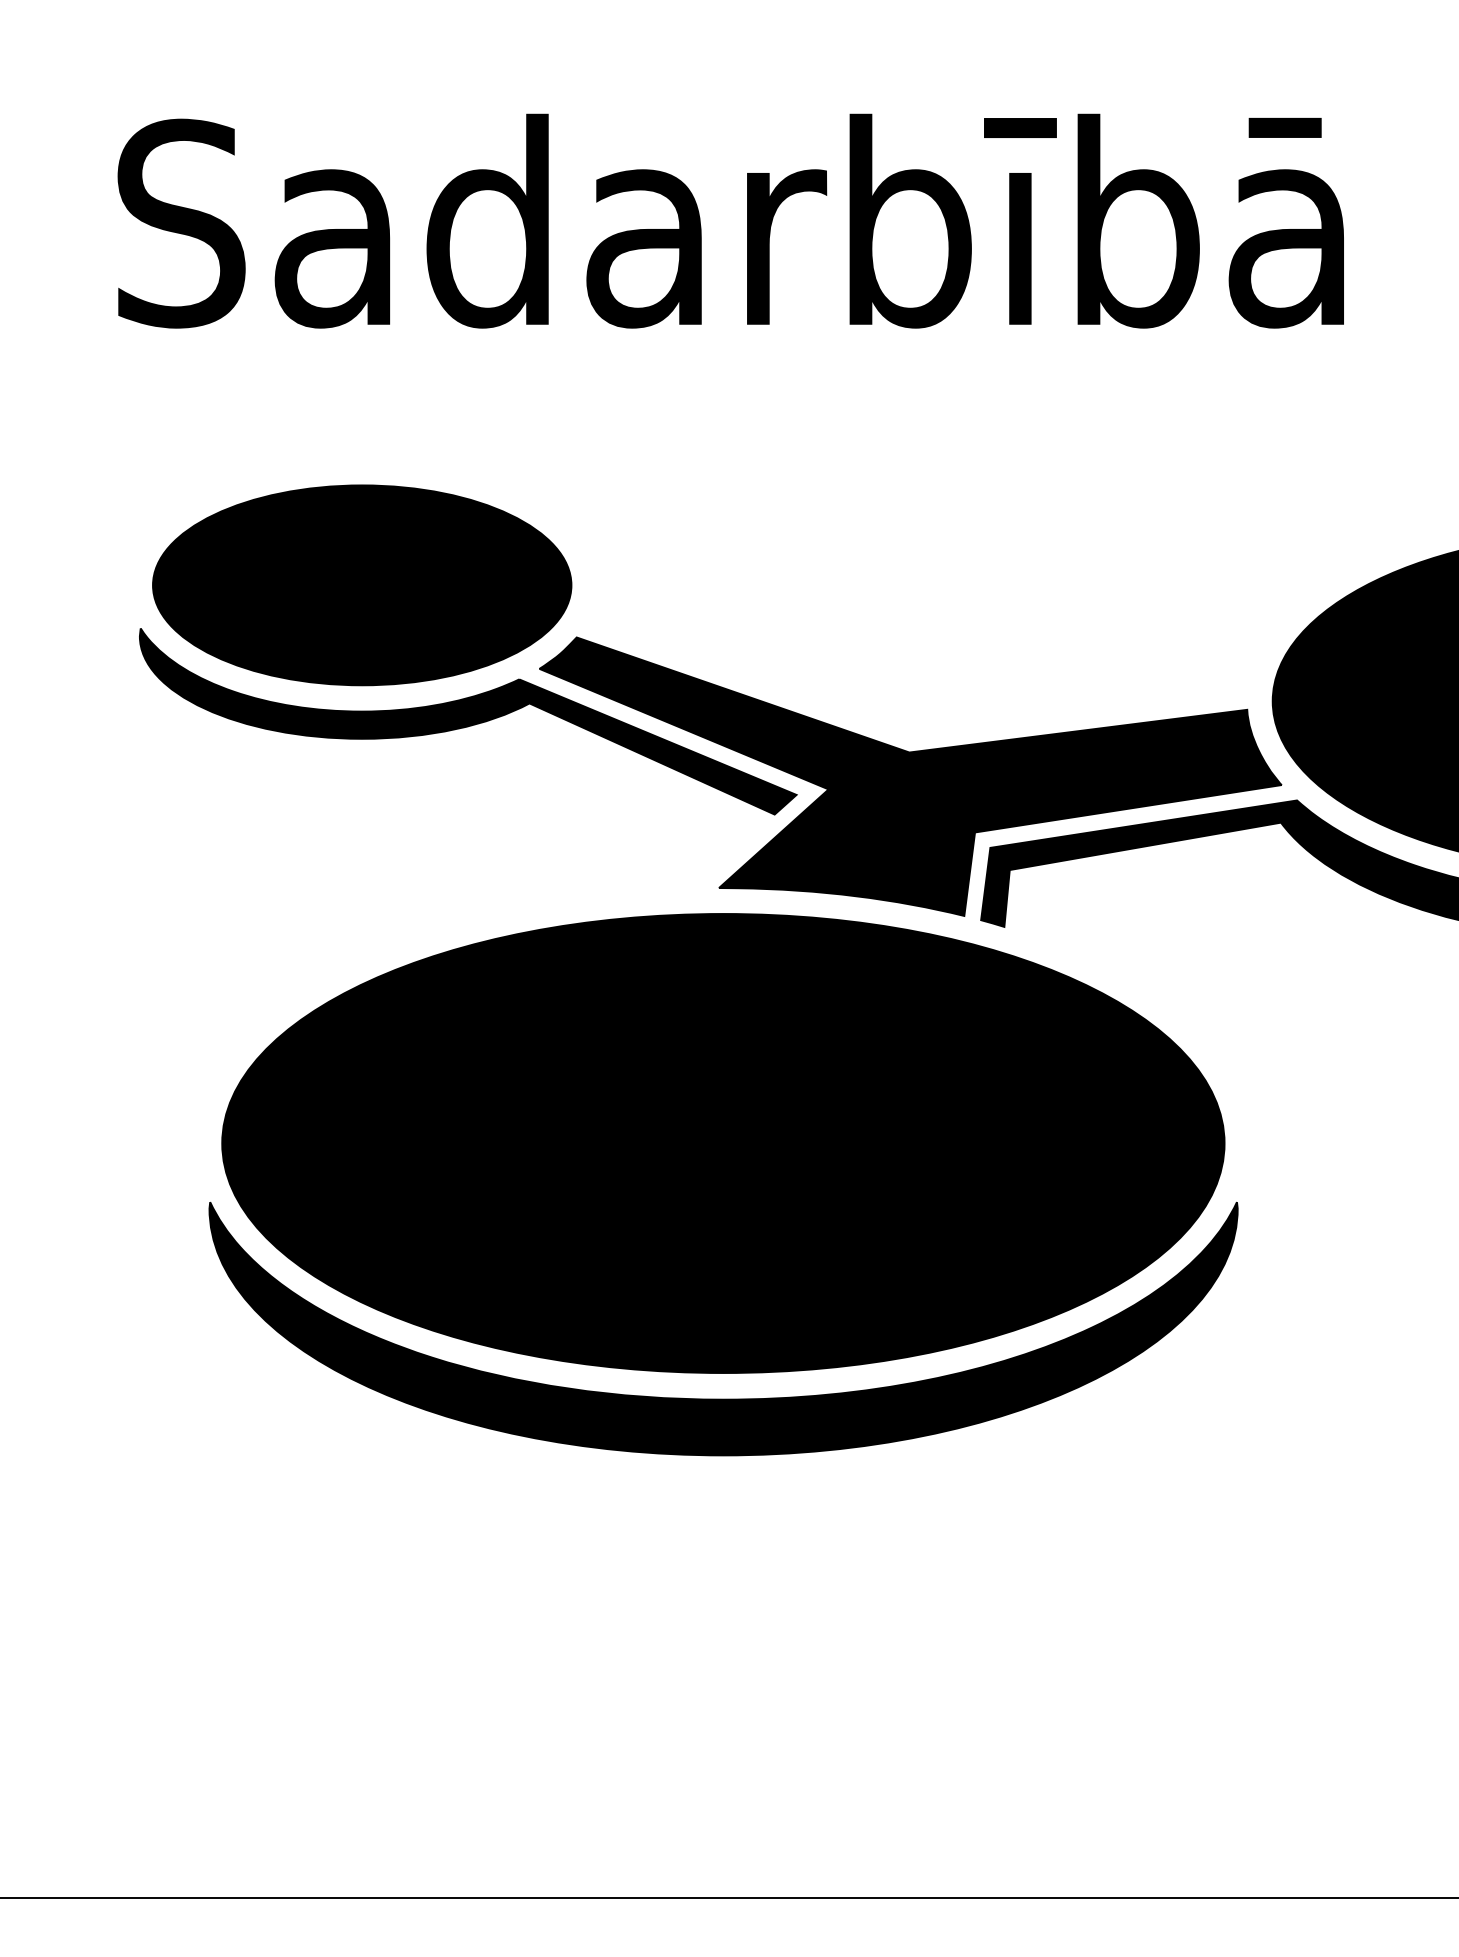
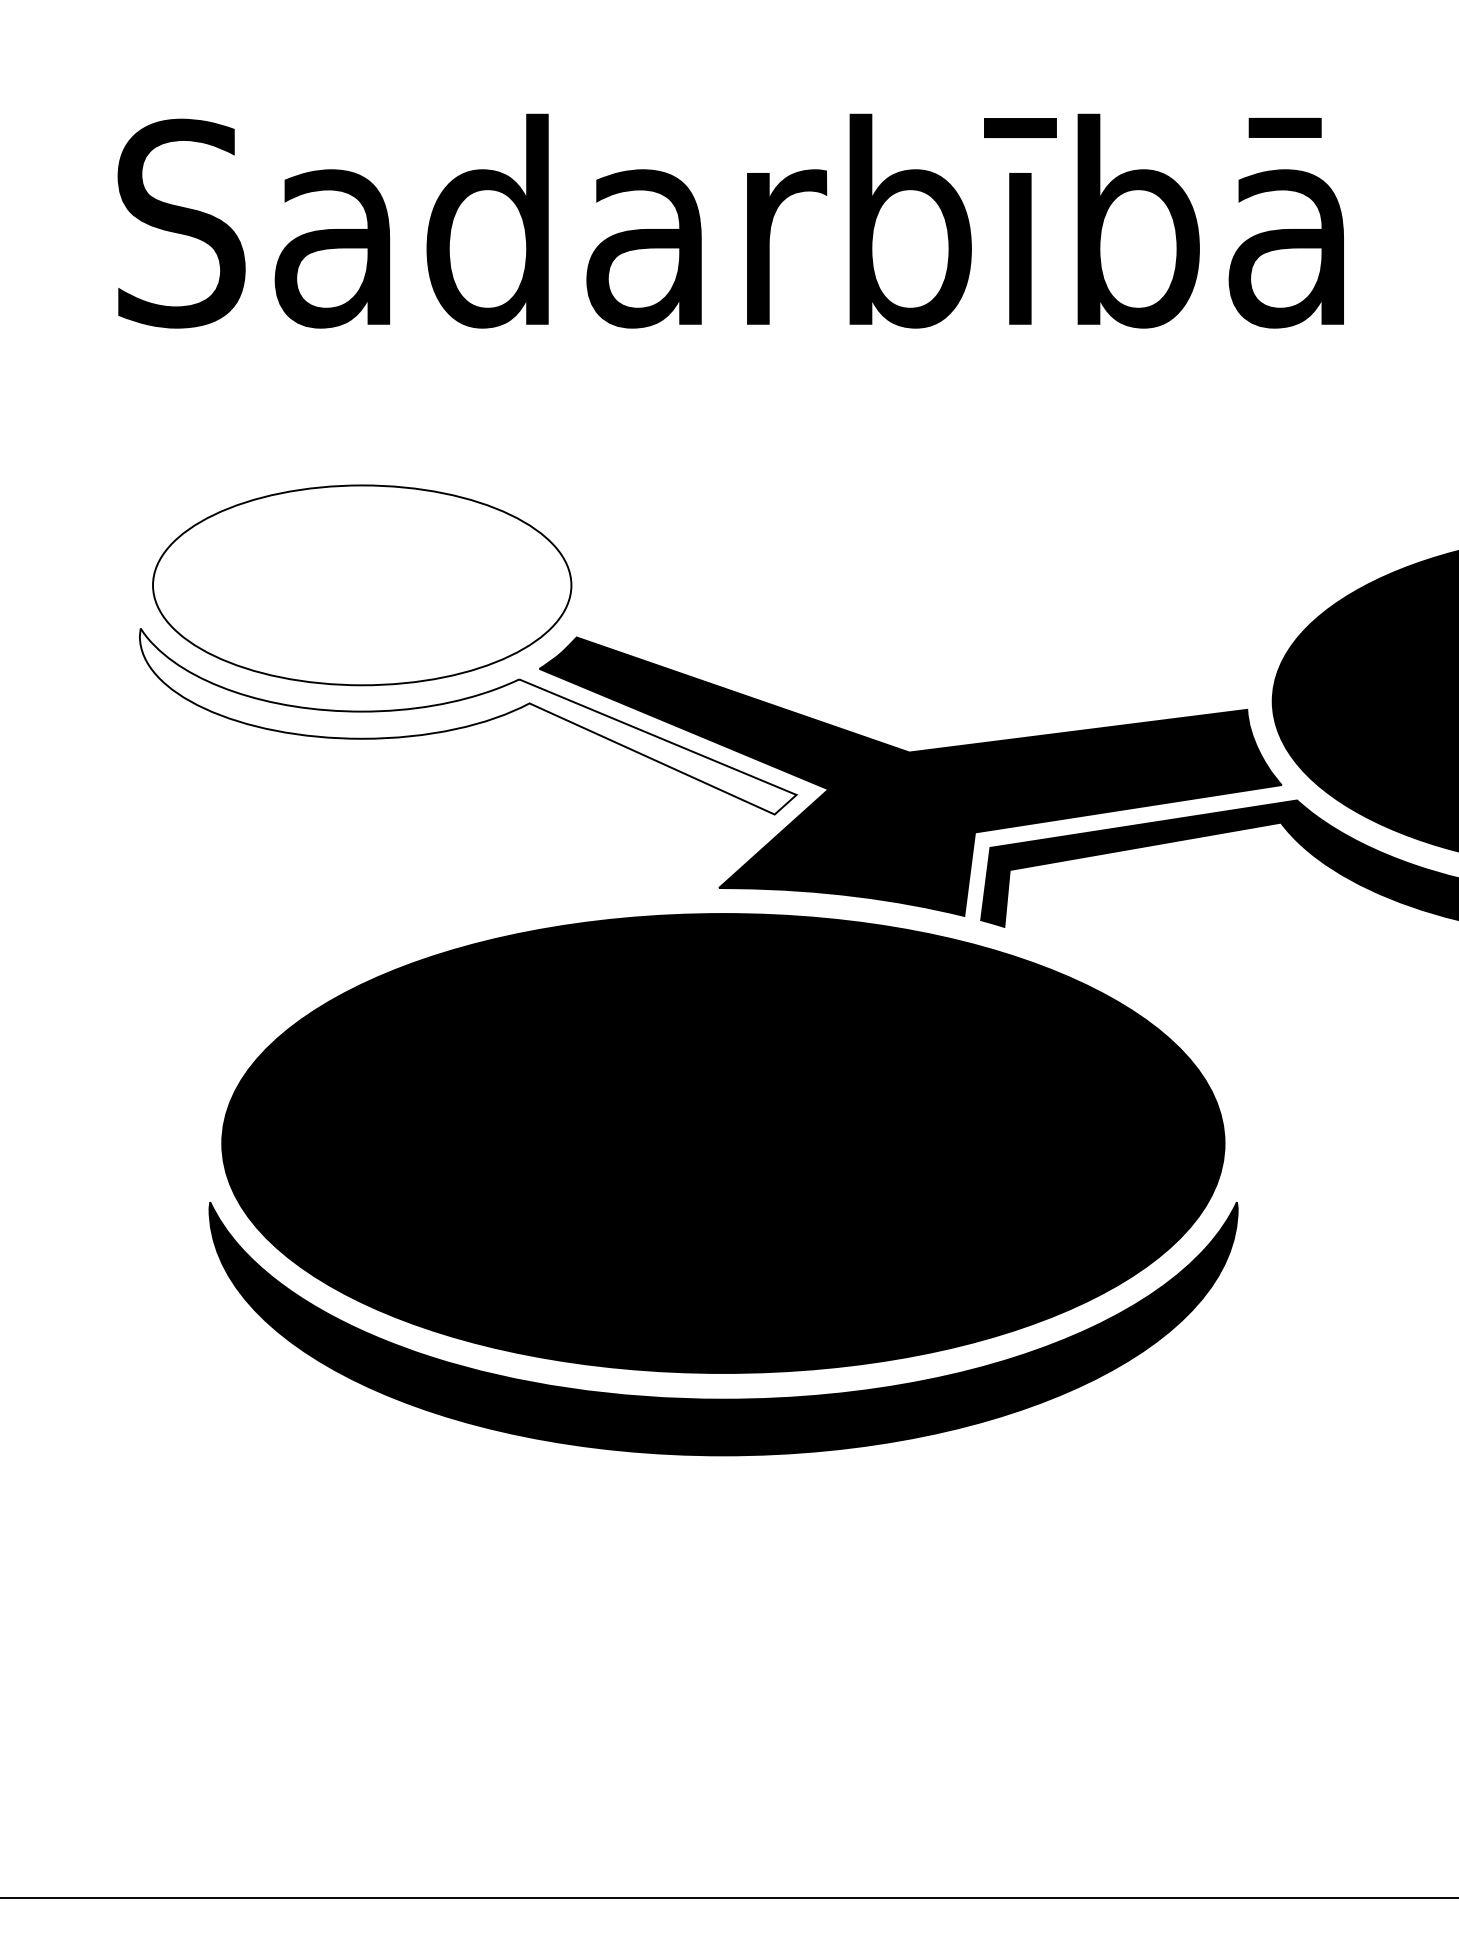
fill at (362, 585): present -> none
fill at (467, 721): present -> none
